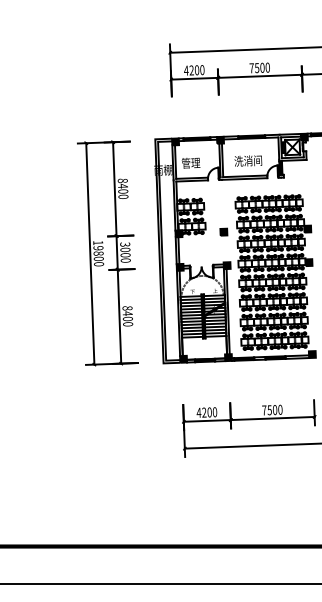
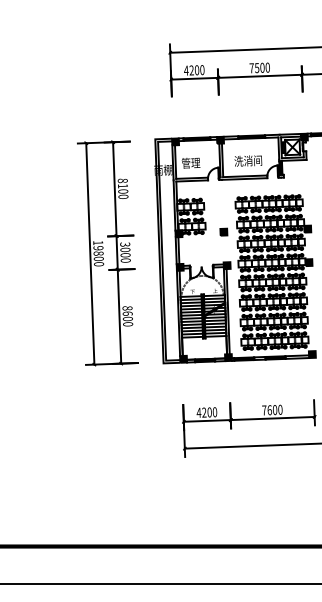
text at (122, 185): 8400 -> 8100
text at (127, 313): 8400 -> 8600
text at (269, 410): 7500 -> 7600
